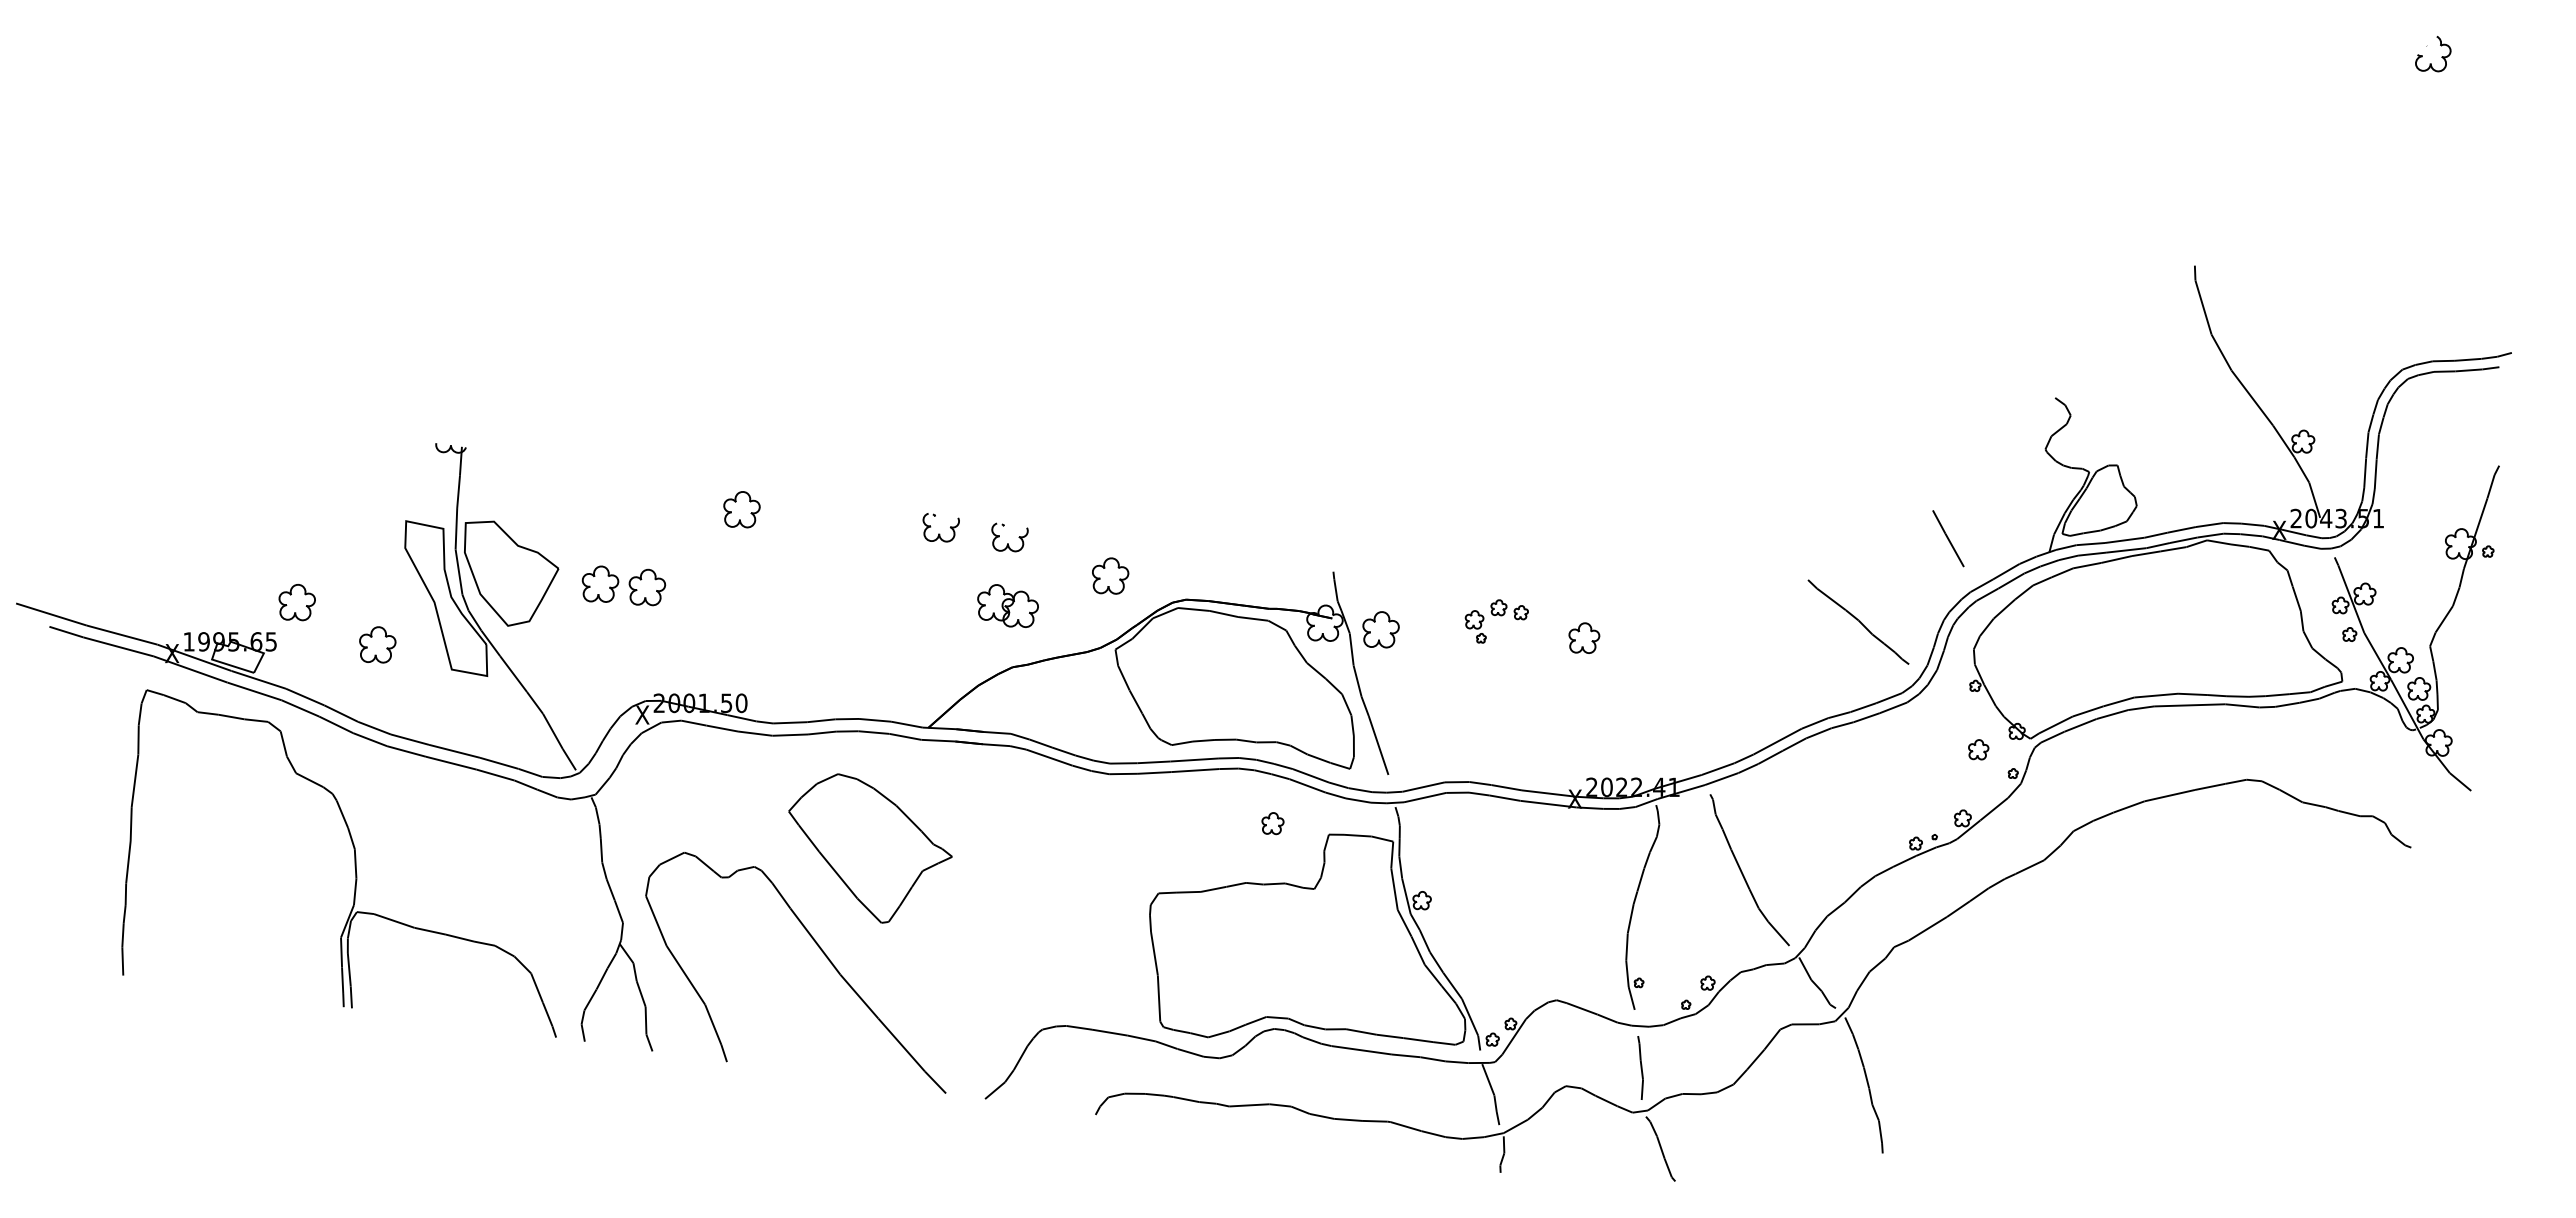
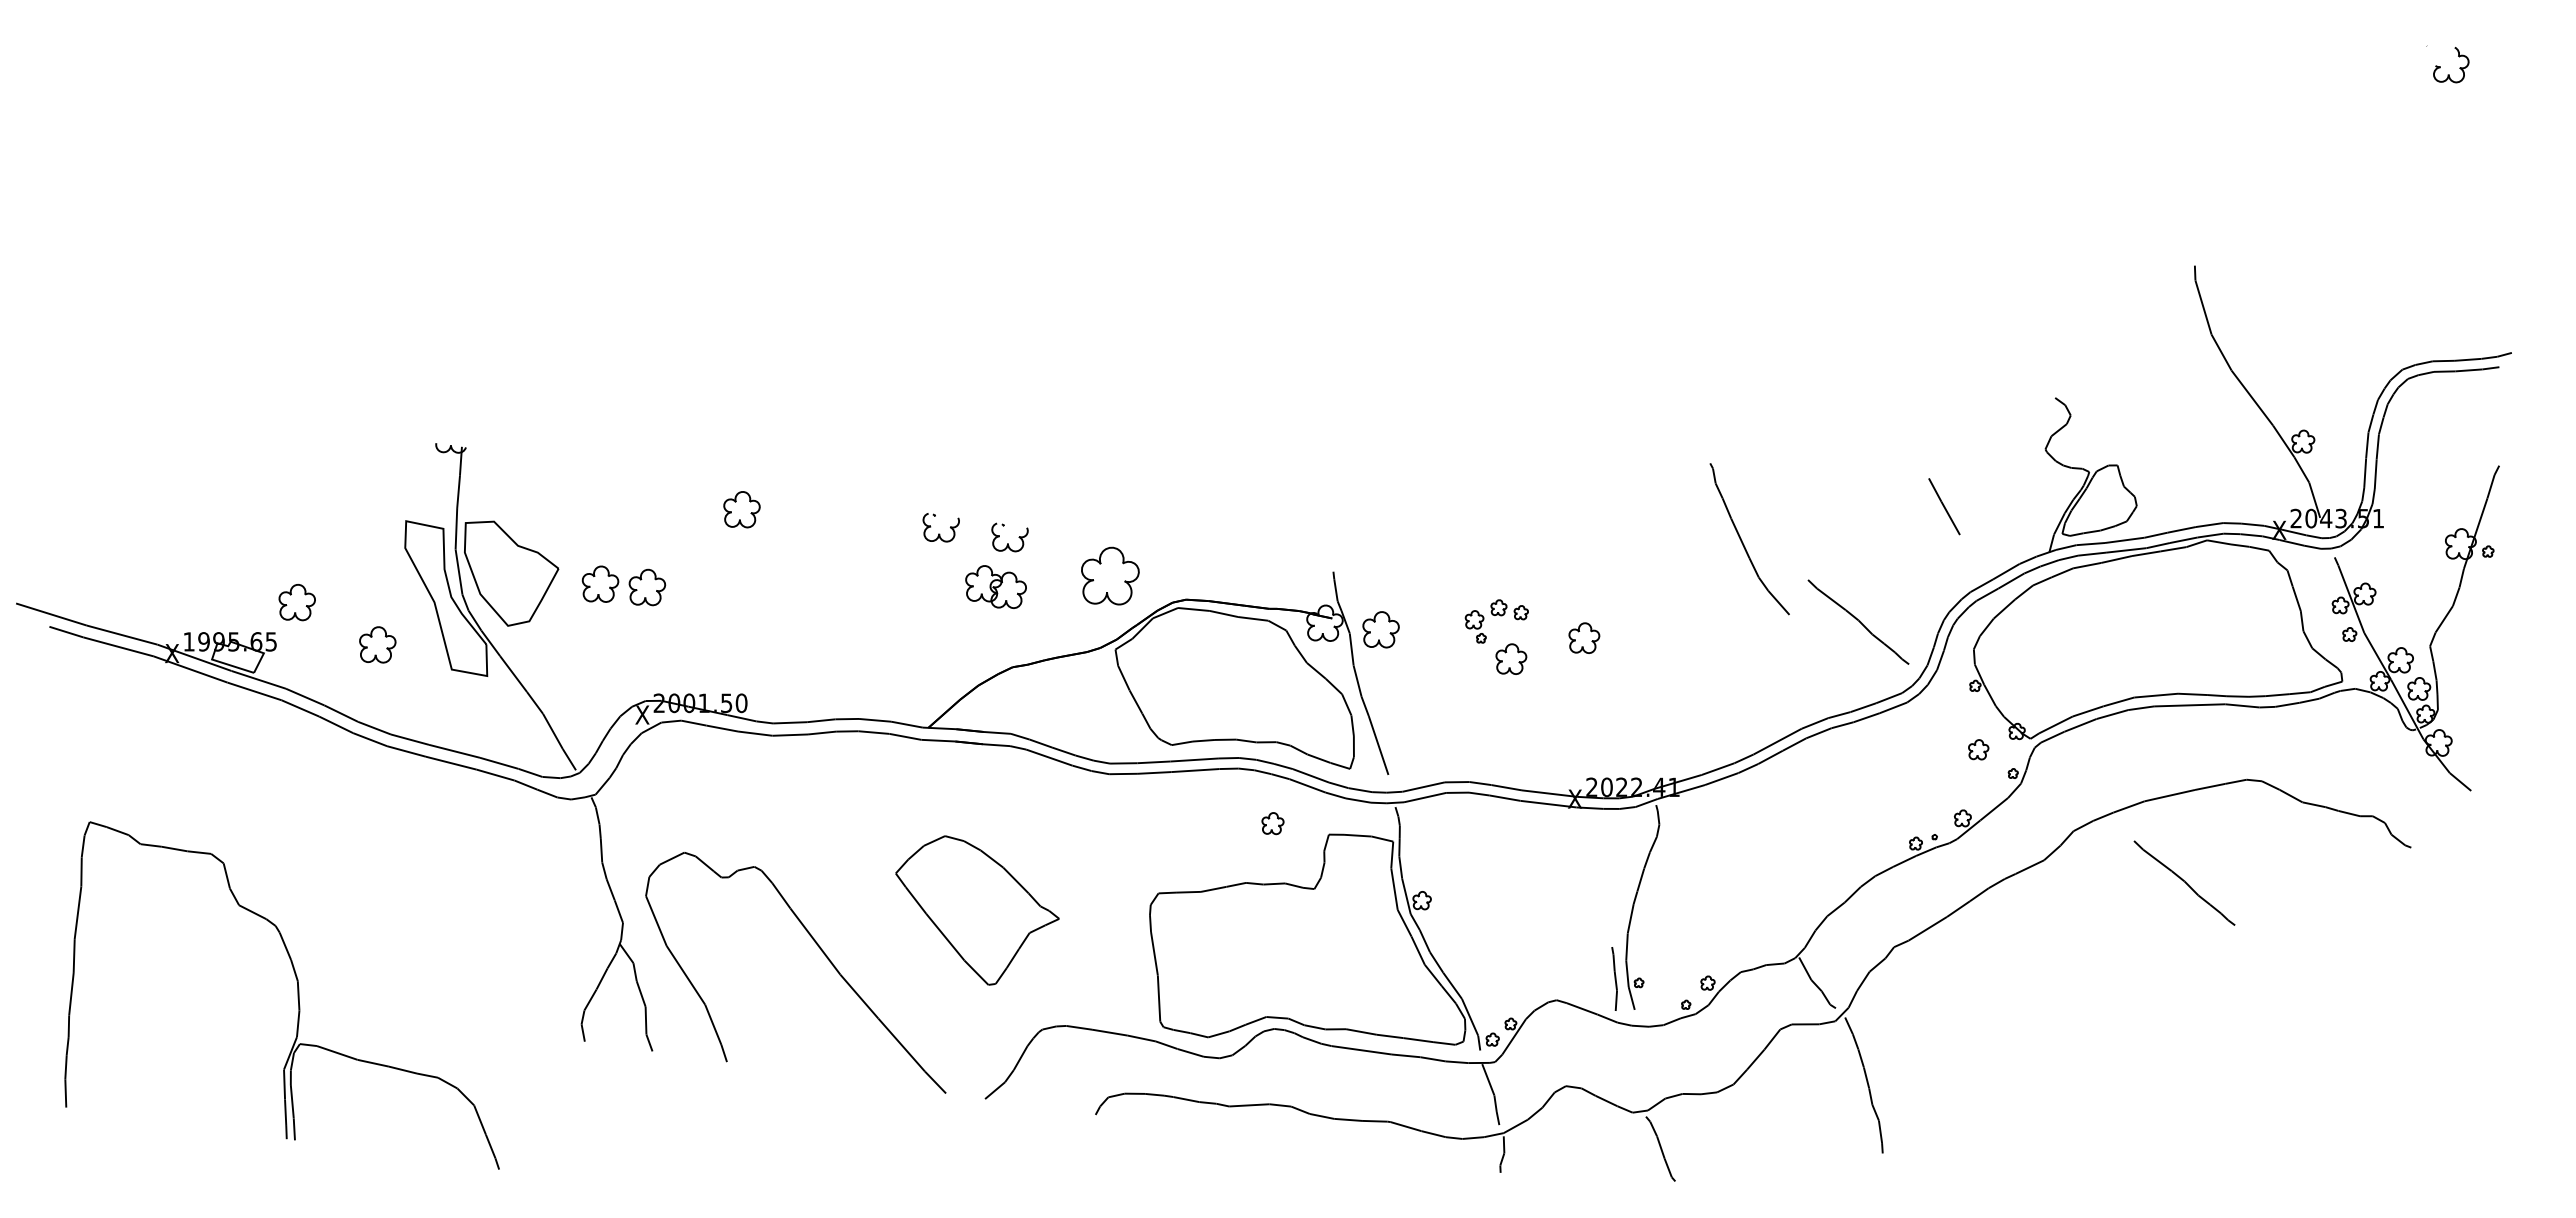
part at (2441, 56) position: (2441, 56) -> (2459, 67)
line at (1948, 538) position: (1948, 538) -> (1944, 506)
part at (1110, 575) size: 38x38 px -> 59x60 px
part at (1007, 605) position: (1007, 605) -> (995, 586)
part at (1511, 658): none -> present
part at (870, 848) position: (870, 848) -> (977, 910)
part at (354, 863) position: (354, 863) -> (297, 995)
curve at (1743, 873) position: (1743, 873) -> (1743, 542)
curve at (2184, 882): none -> present
line at (1640, 1067) position: (1640, 1067) -> (1614, 978)
